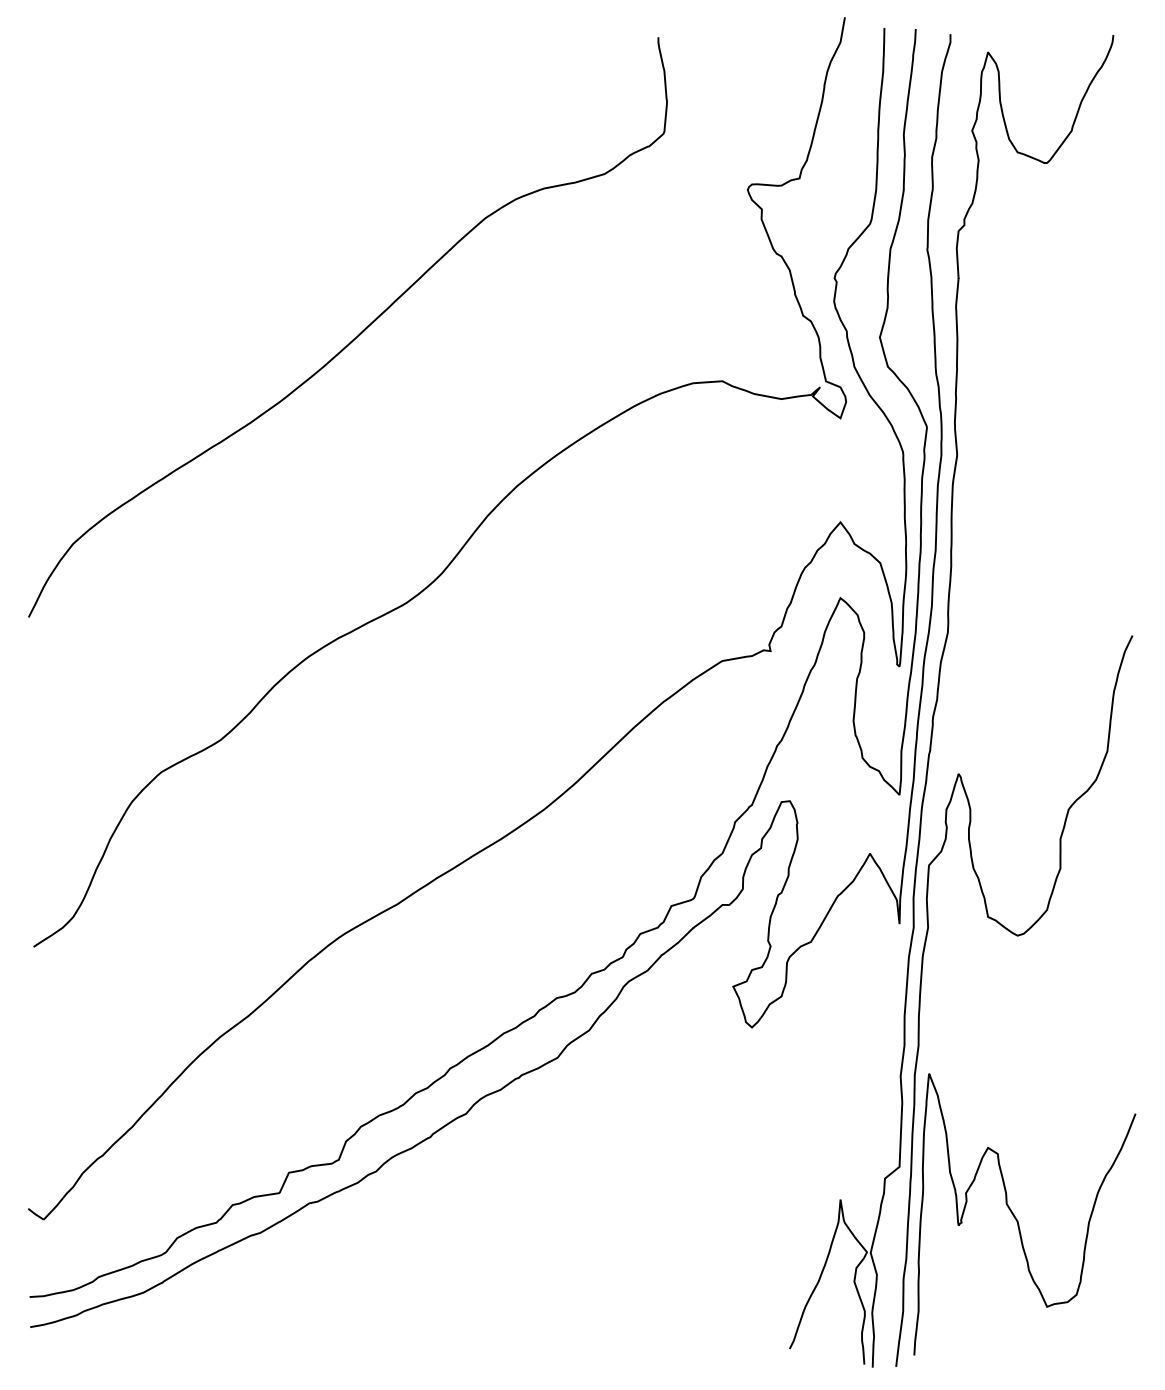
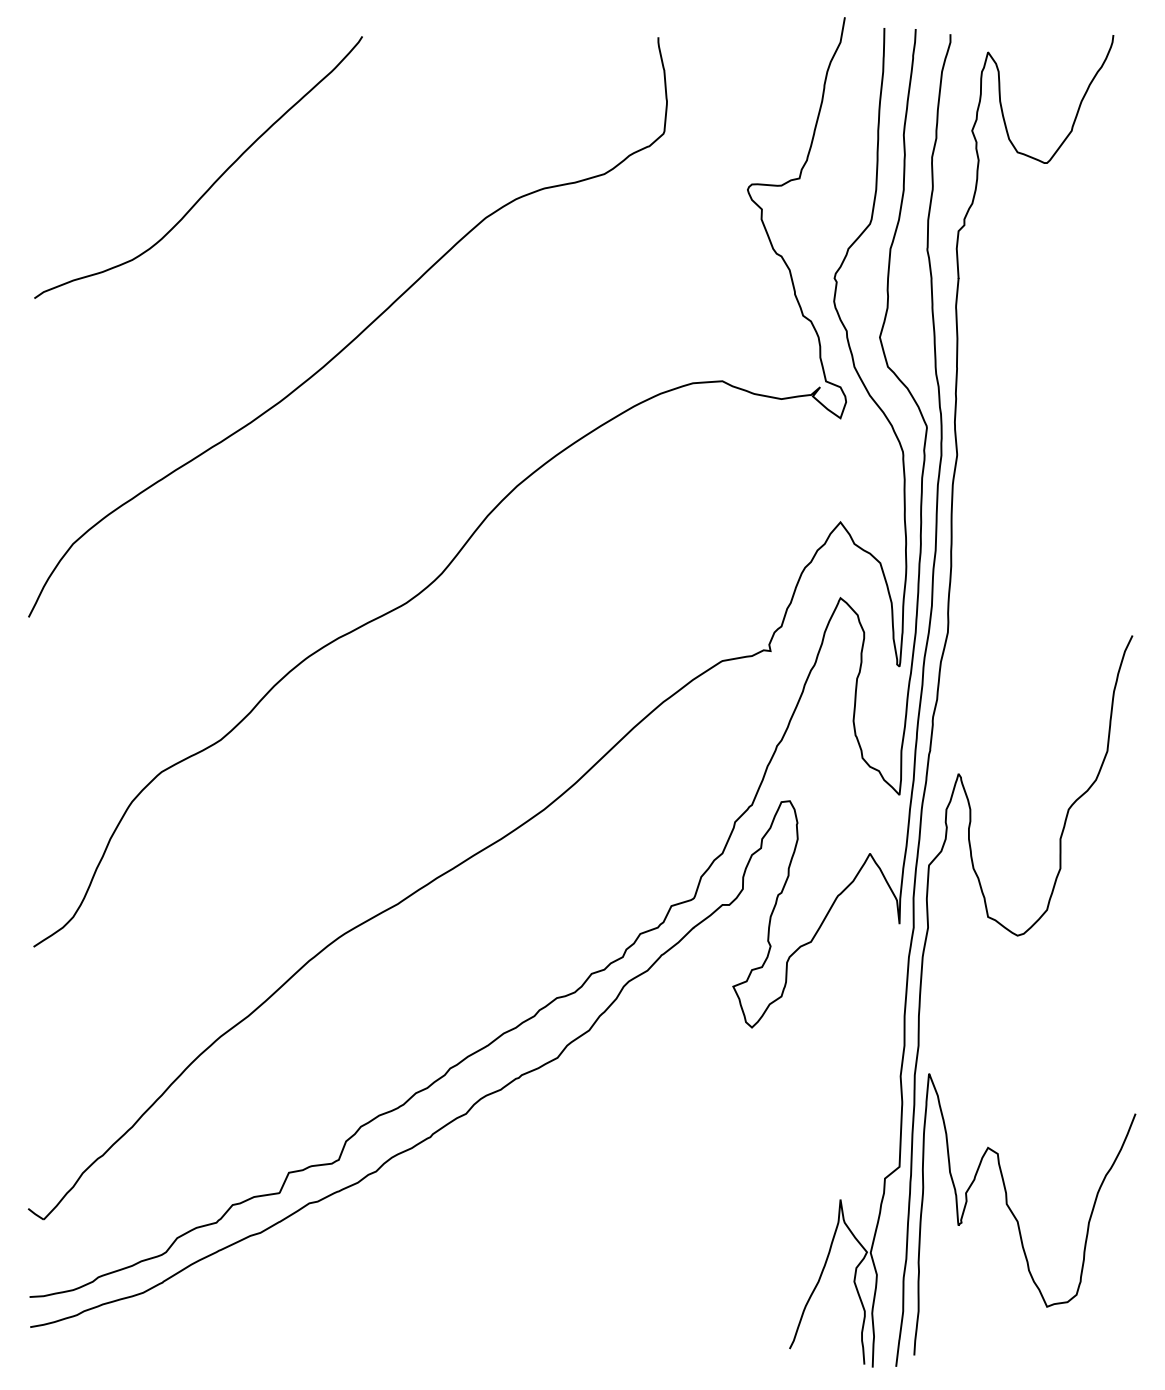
curve at (213, 182): none -> present
